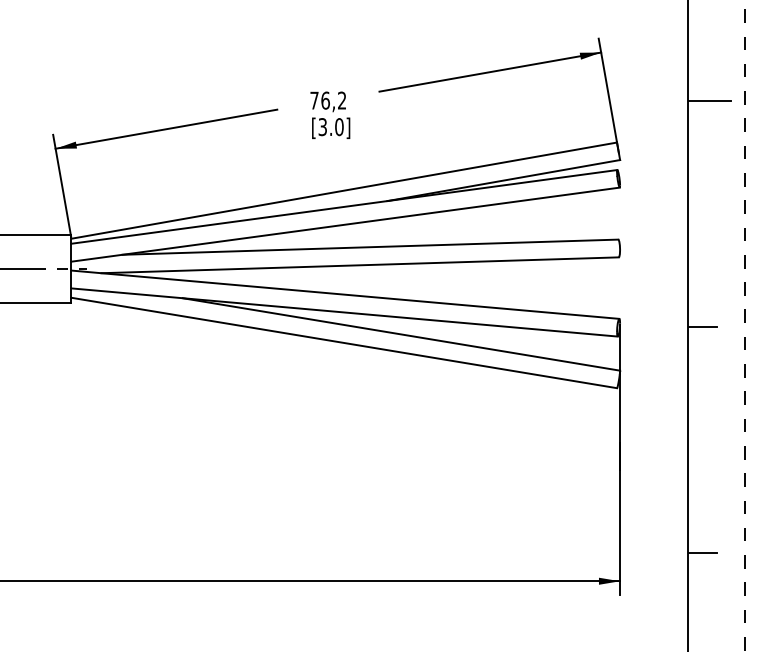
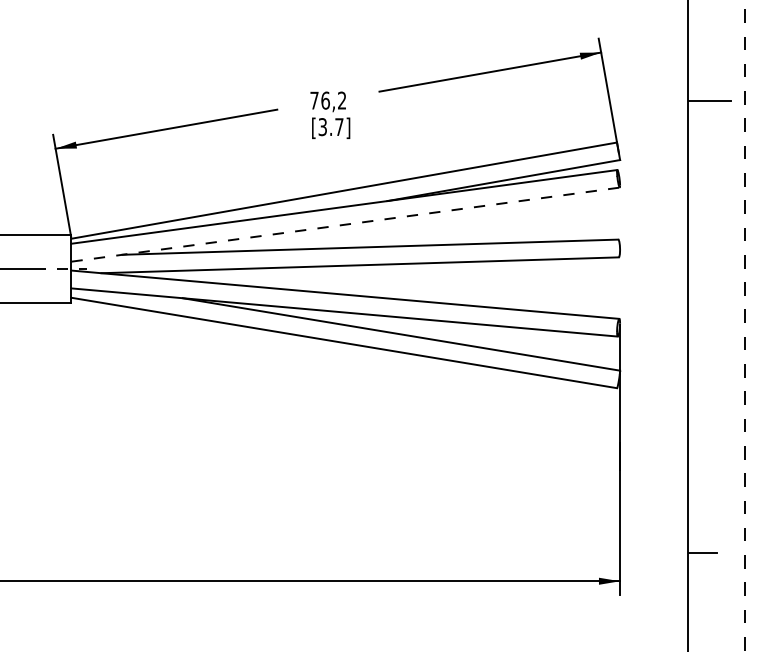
text at (339, 127): [3.0] -> [3.7]
line at (345, 224): solid -> dashed
line at (702, 326): present -> none
